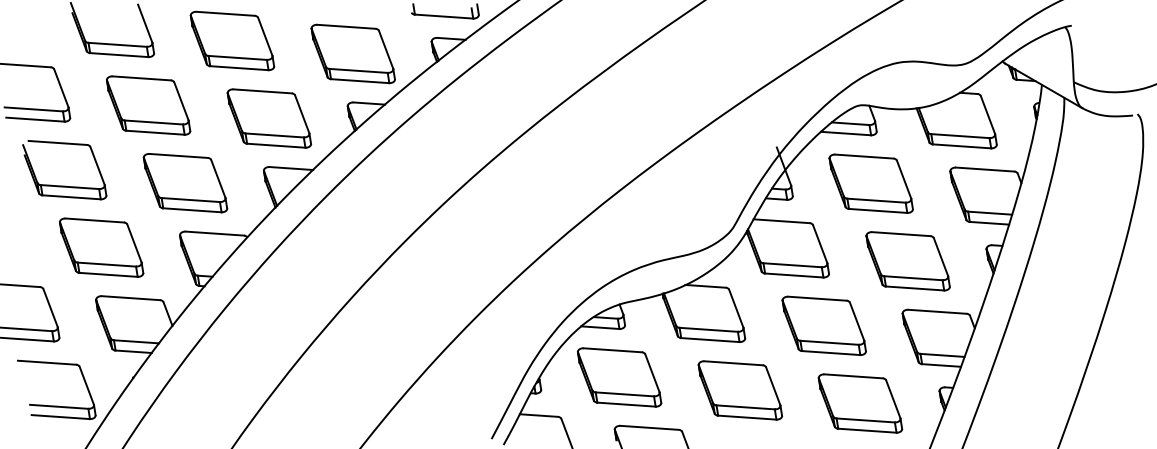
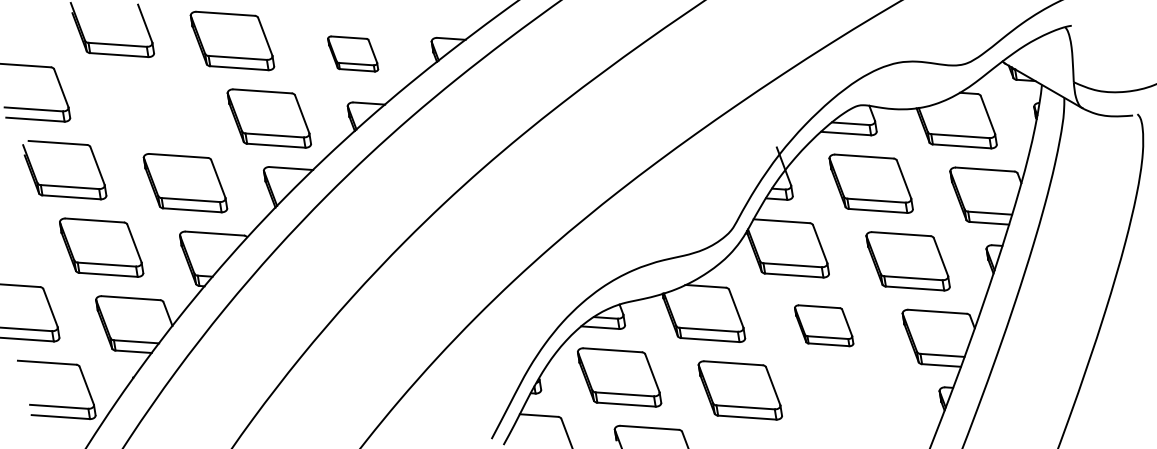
part at (445, 11): present -> none
part at (352, 53) size: 86x62 px -> 53x38 px
part at (148, 105): present -> none
part at (823, 325) size: 86x61 px -> 61x44 px
part at (860, 403): present -> none
